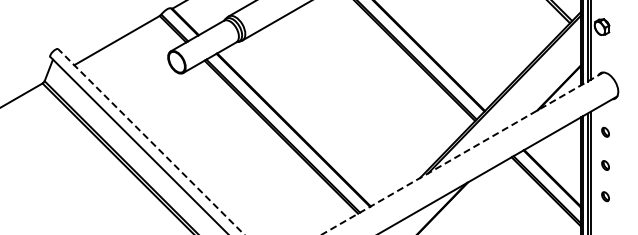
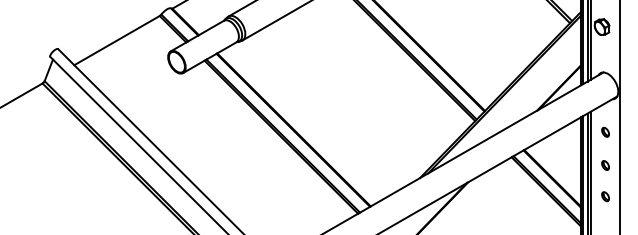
line at (620, 116): none -> present
line at (150, 141): dashed -> solid
line at (462, 153): dashed -> solid
